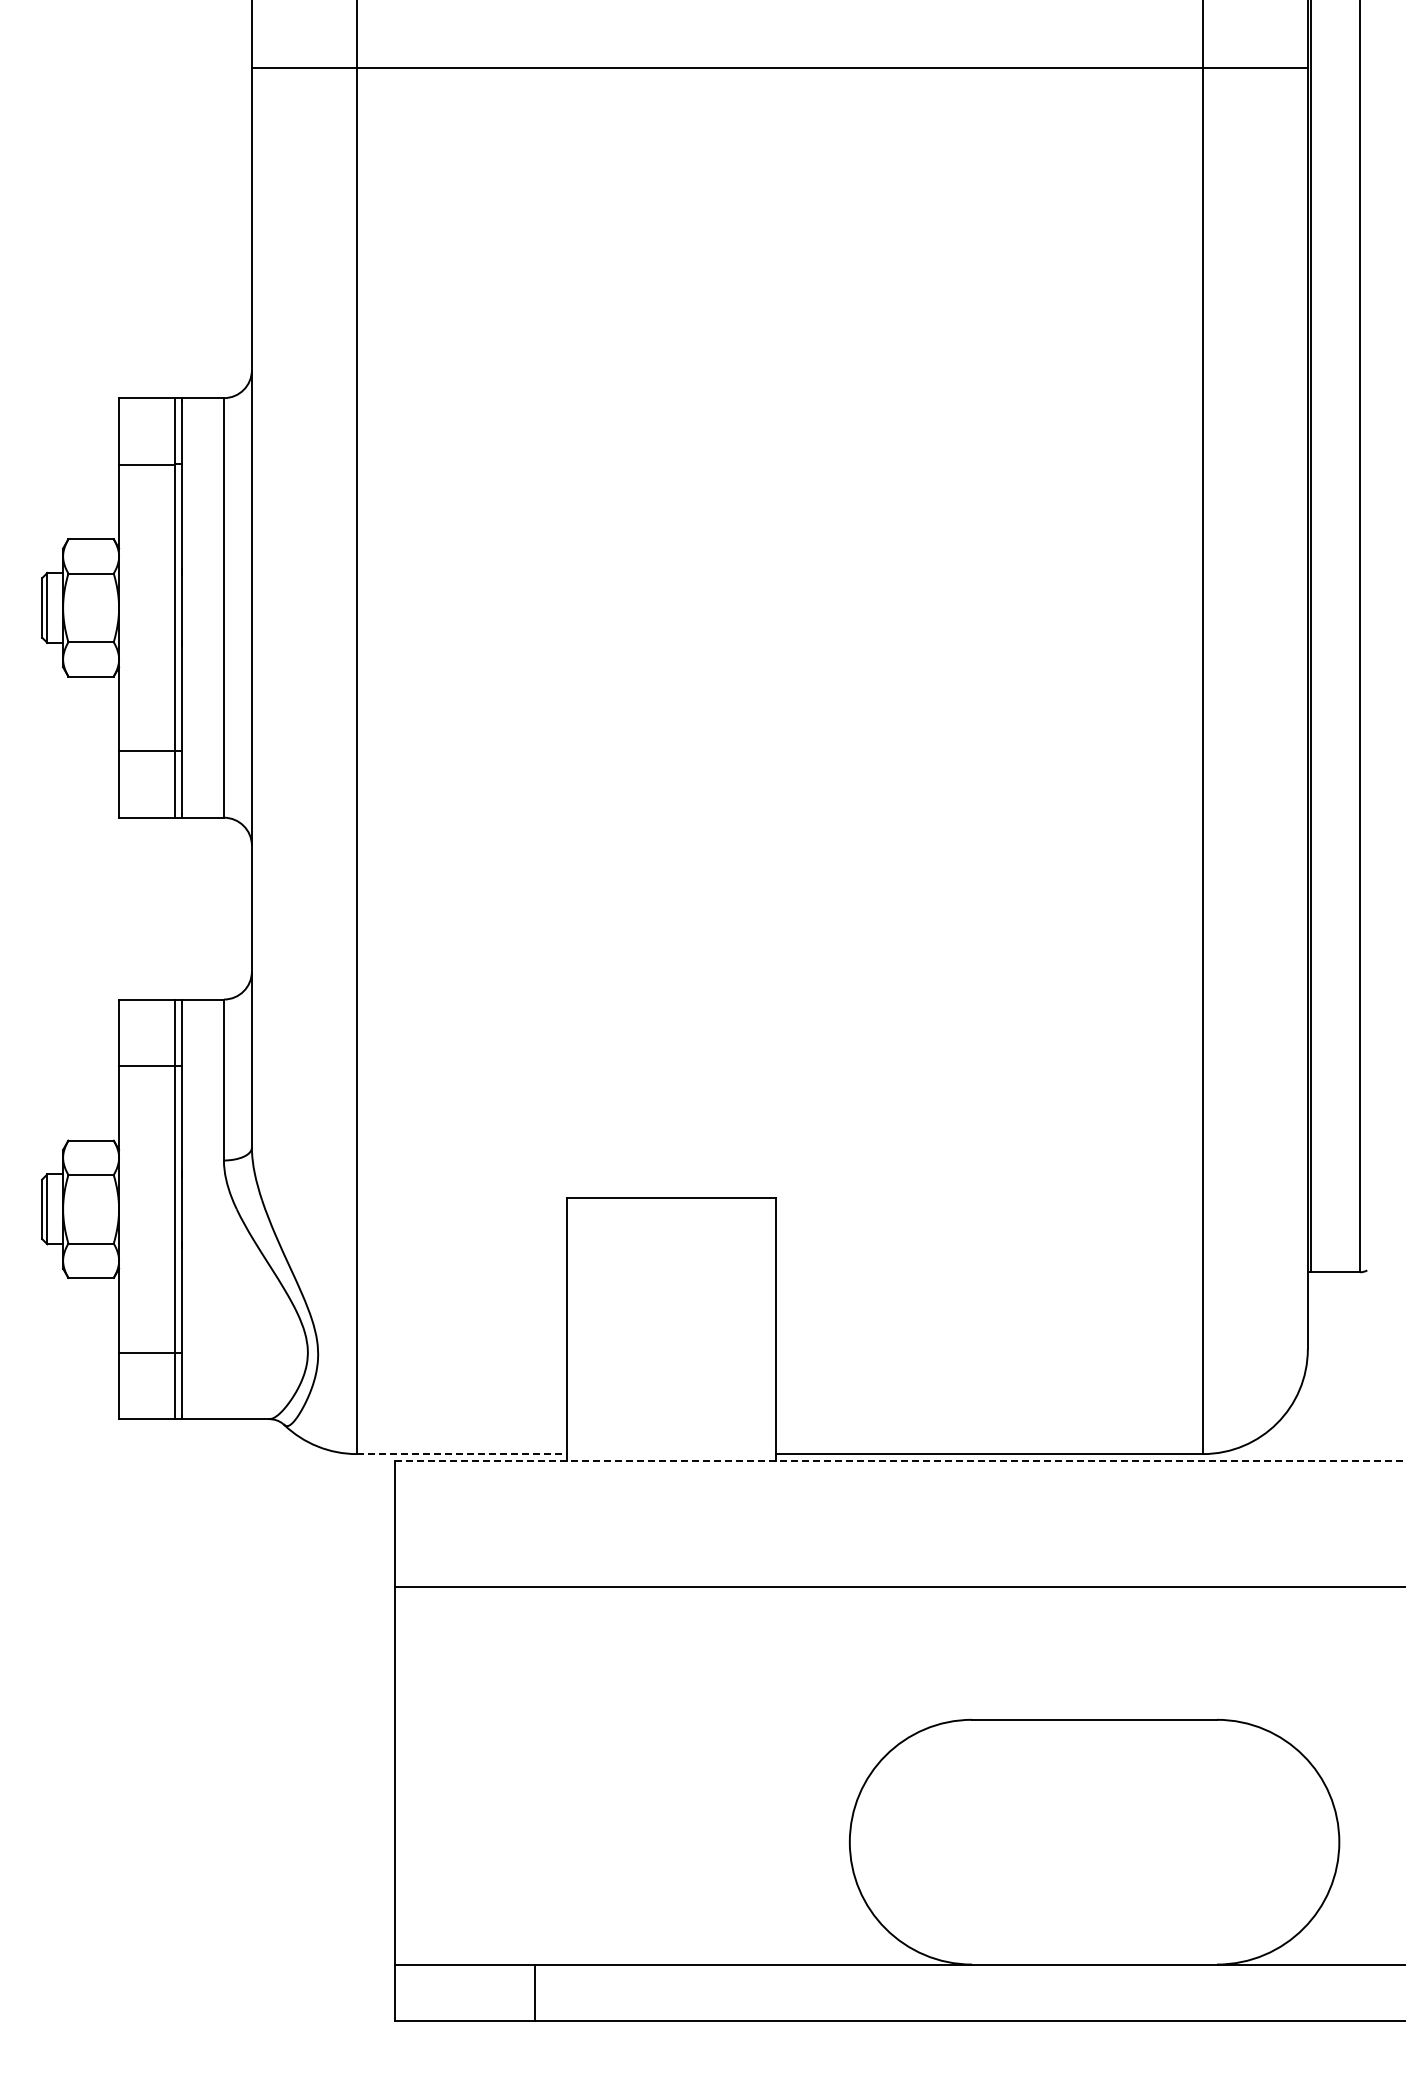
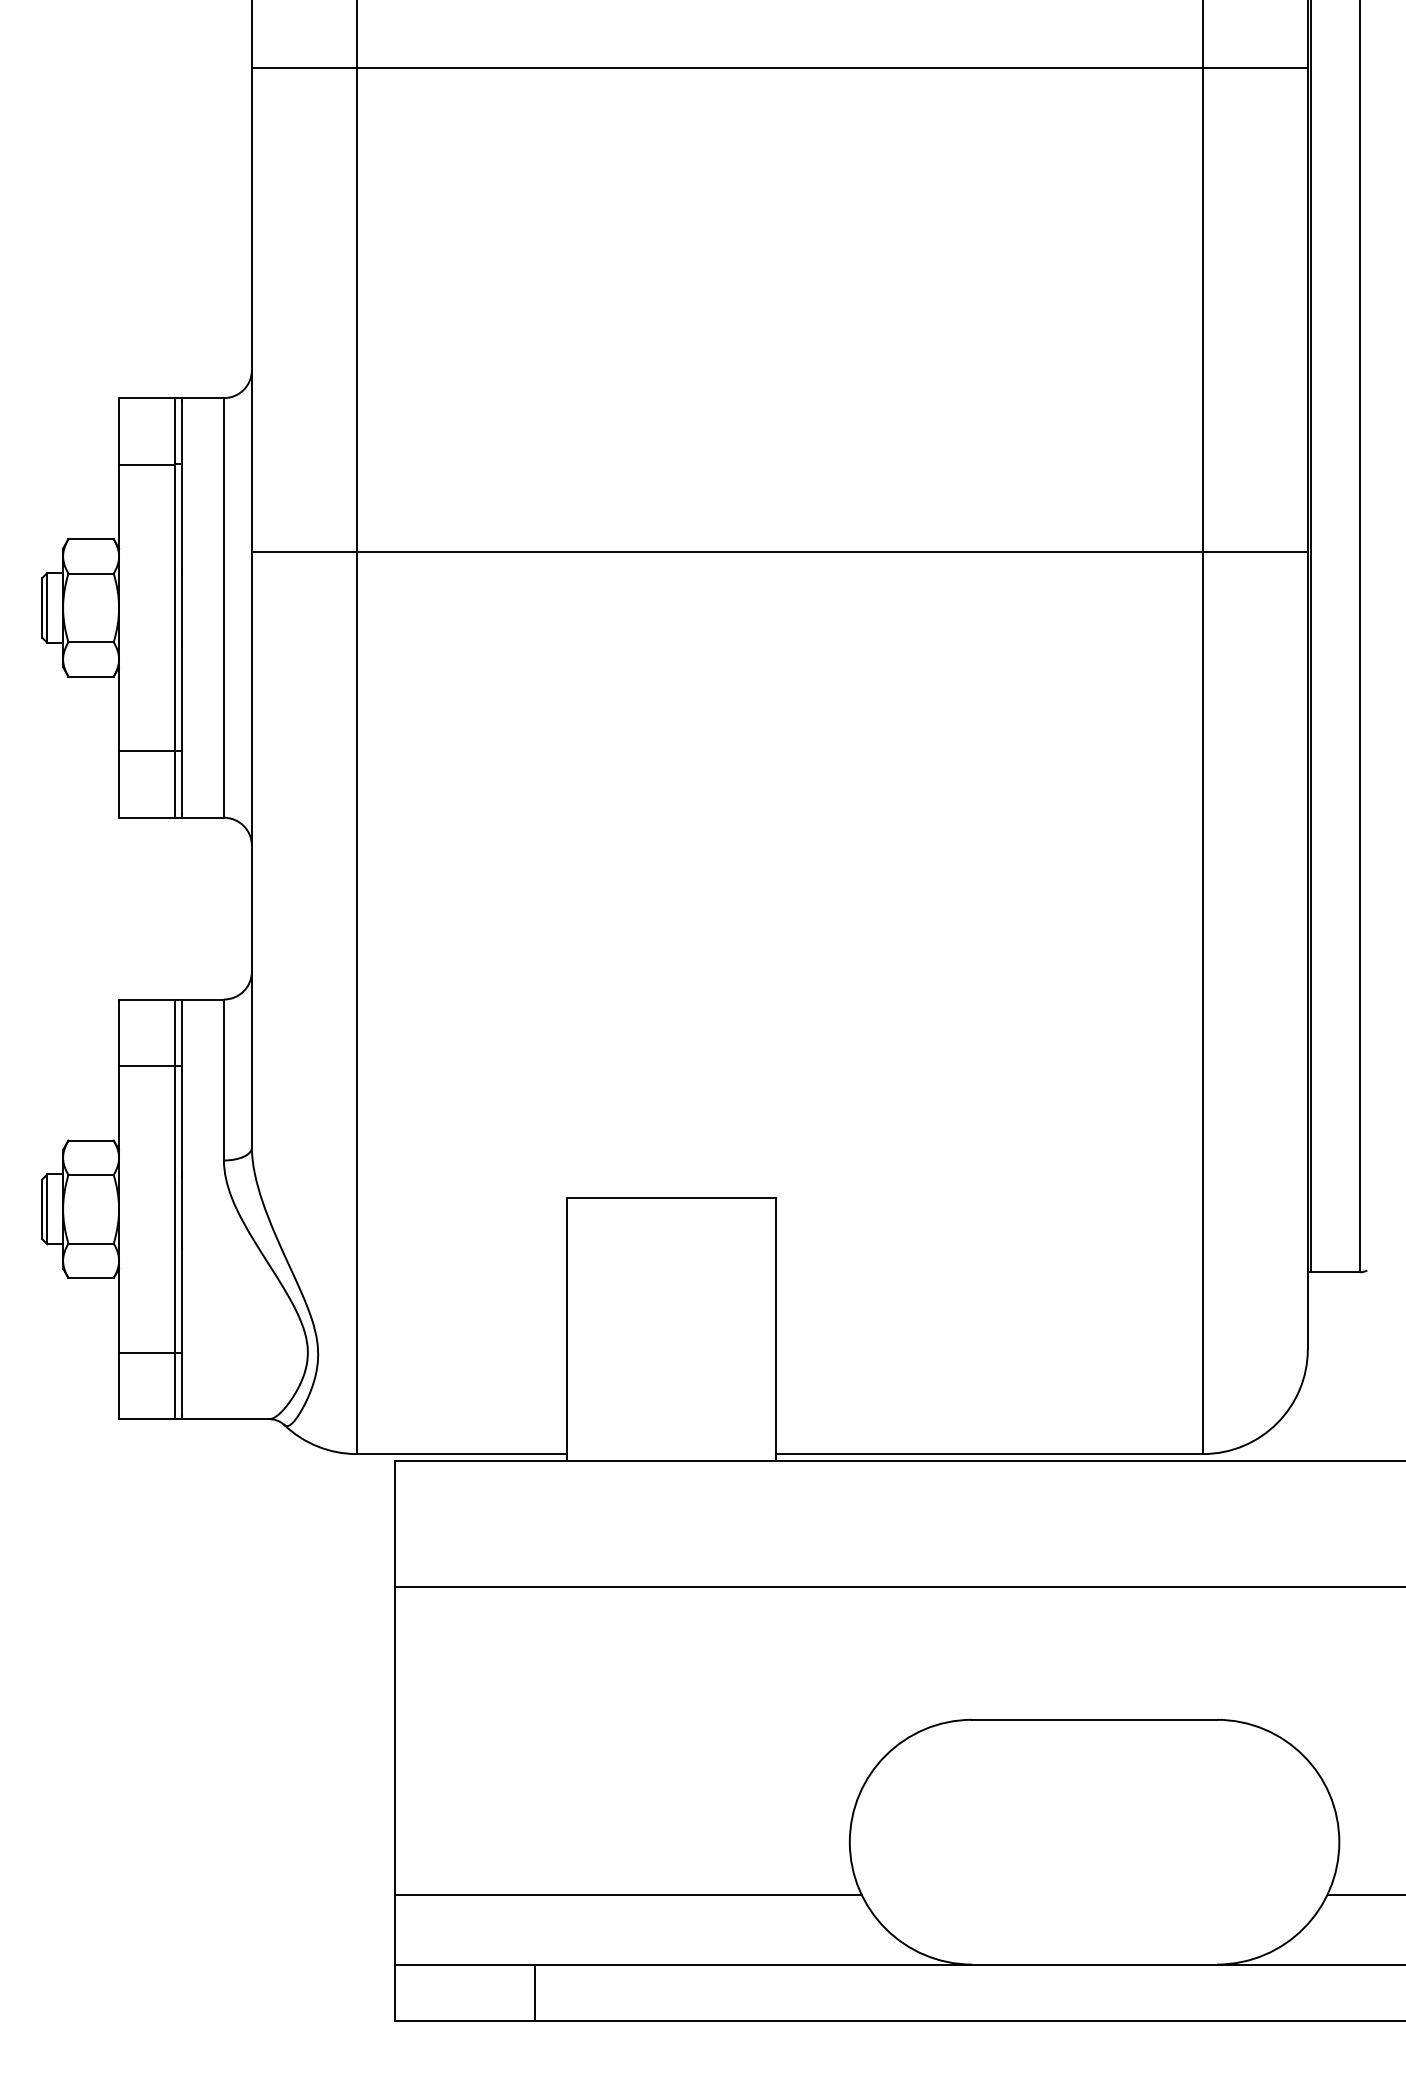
line at (779, 552): none -> present
line at (461, 1454): dashed -> solid
line at (900, 1461): dashed -> solid
line at (628, 1894): none -> present
line at (1364, 1894): none -> present
